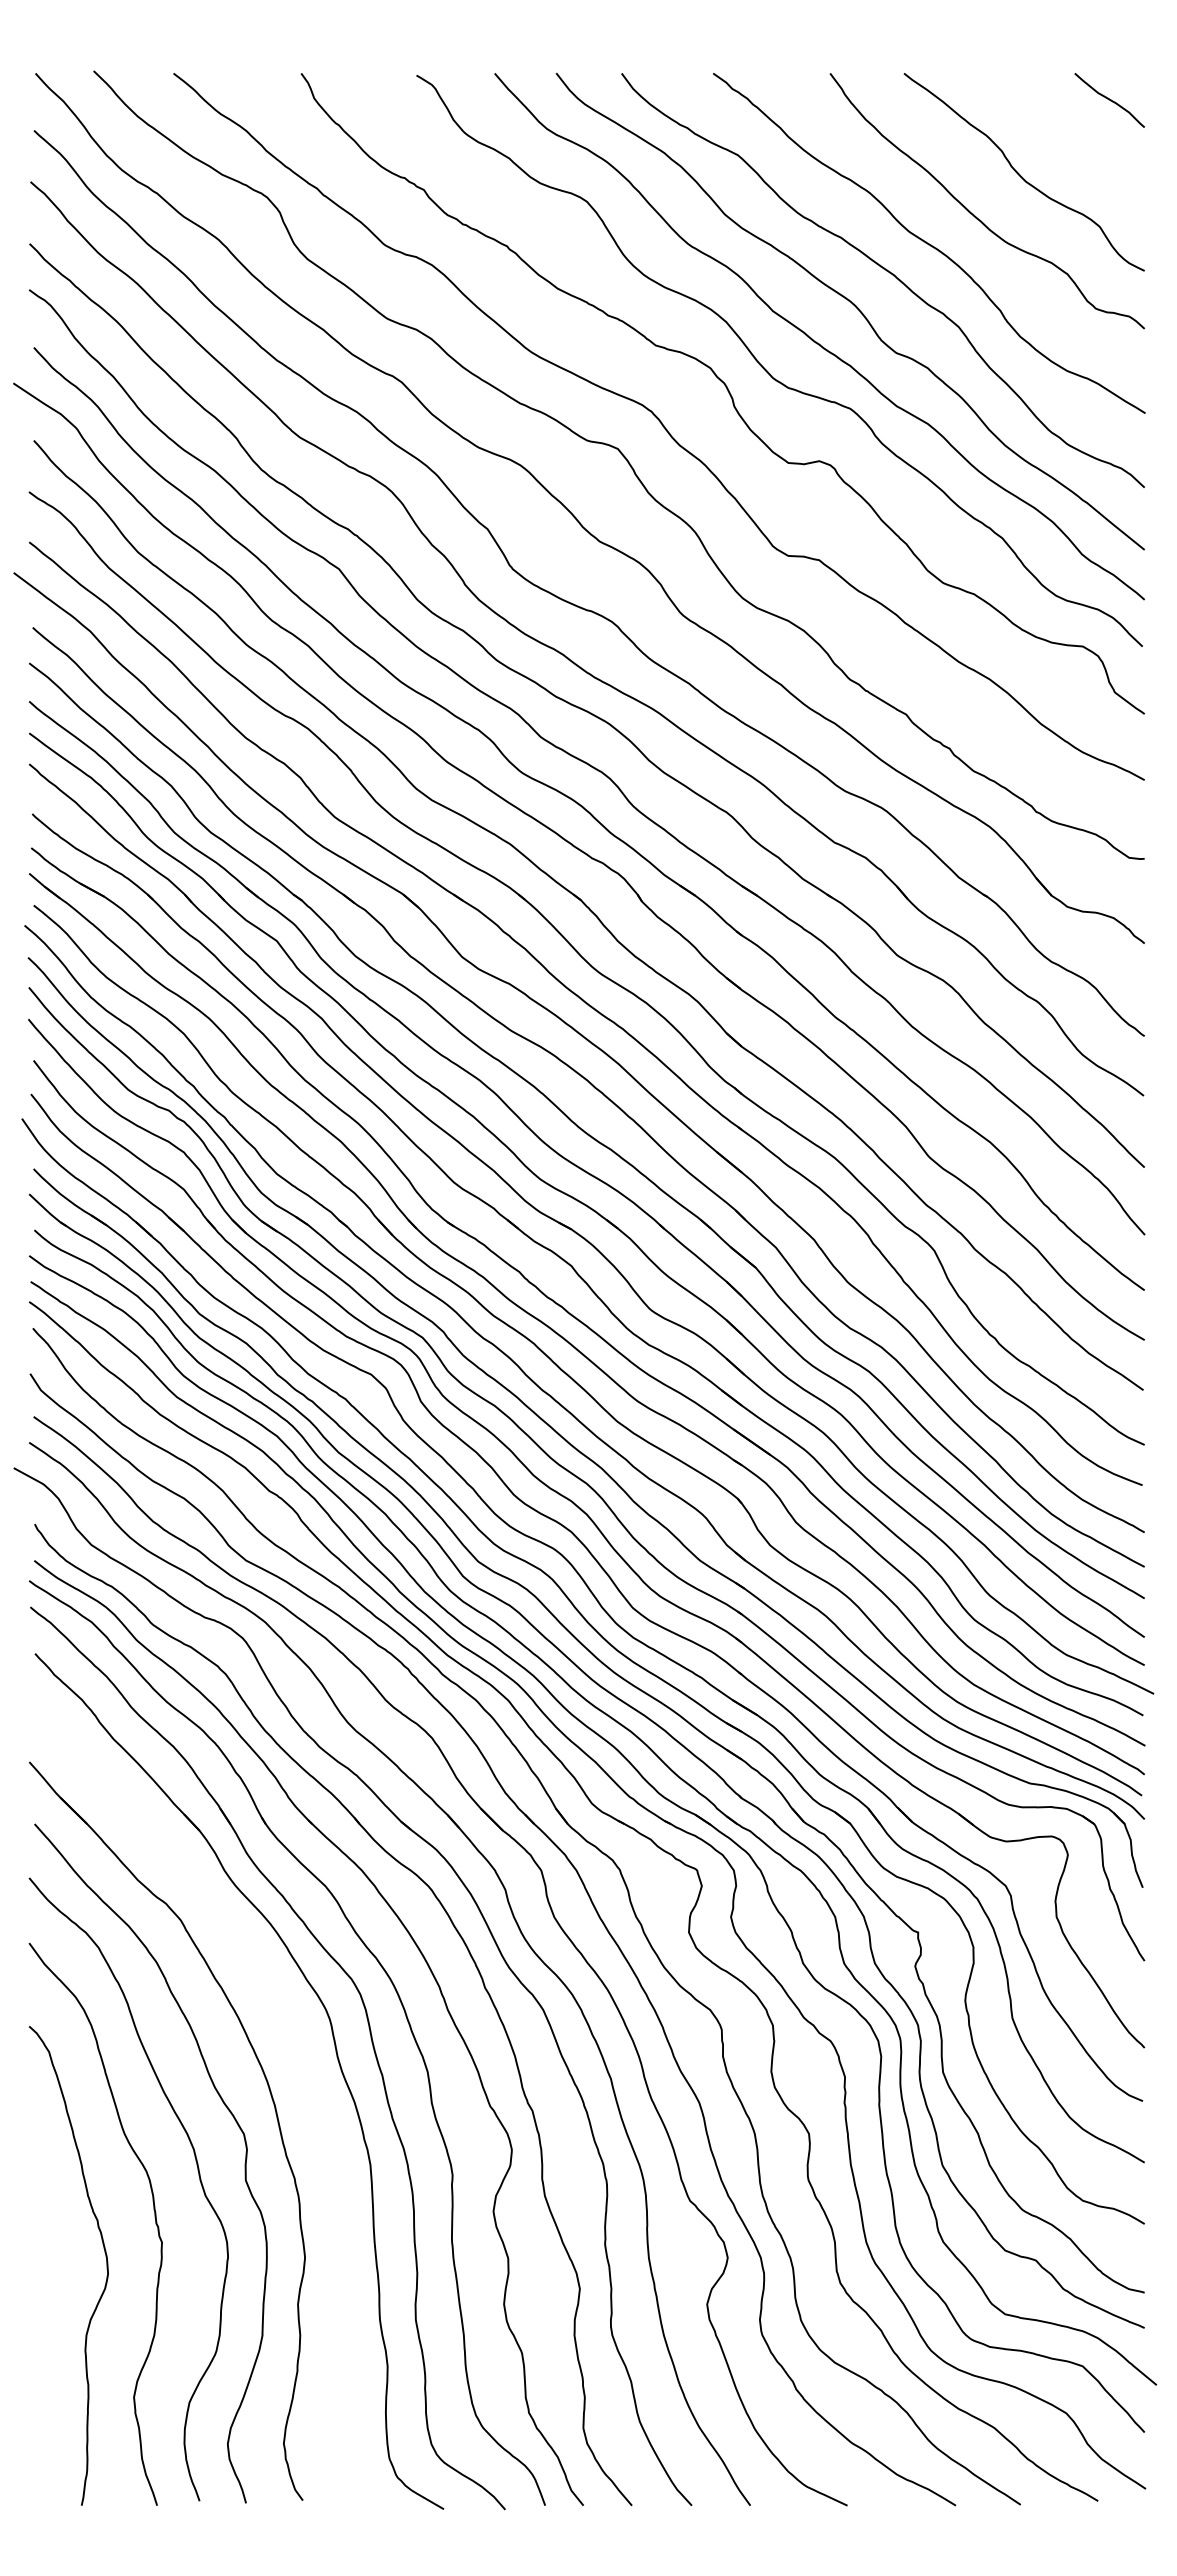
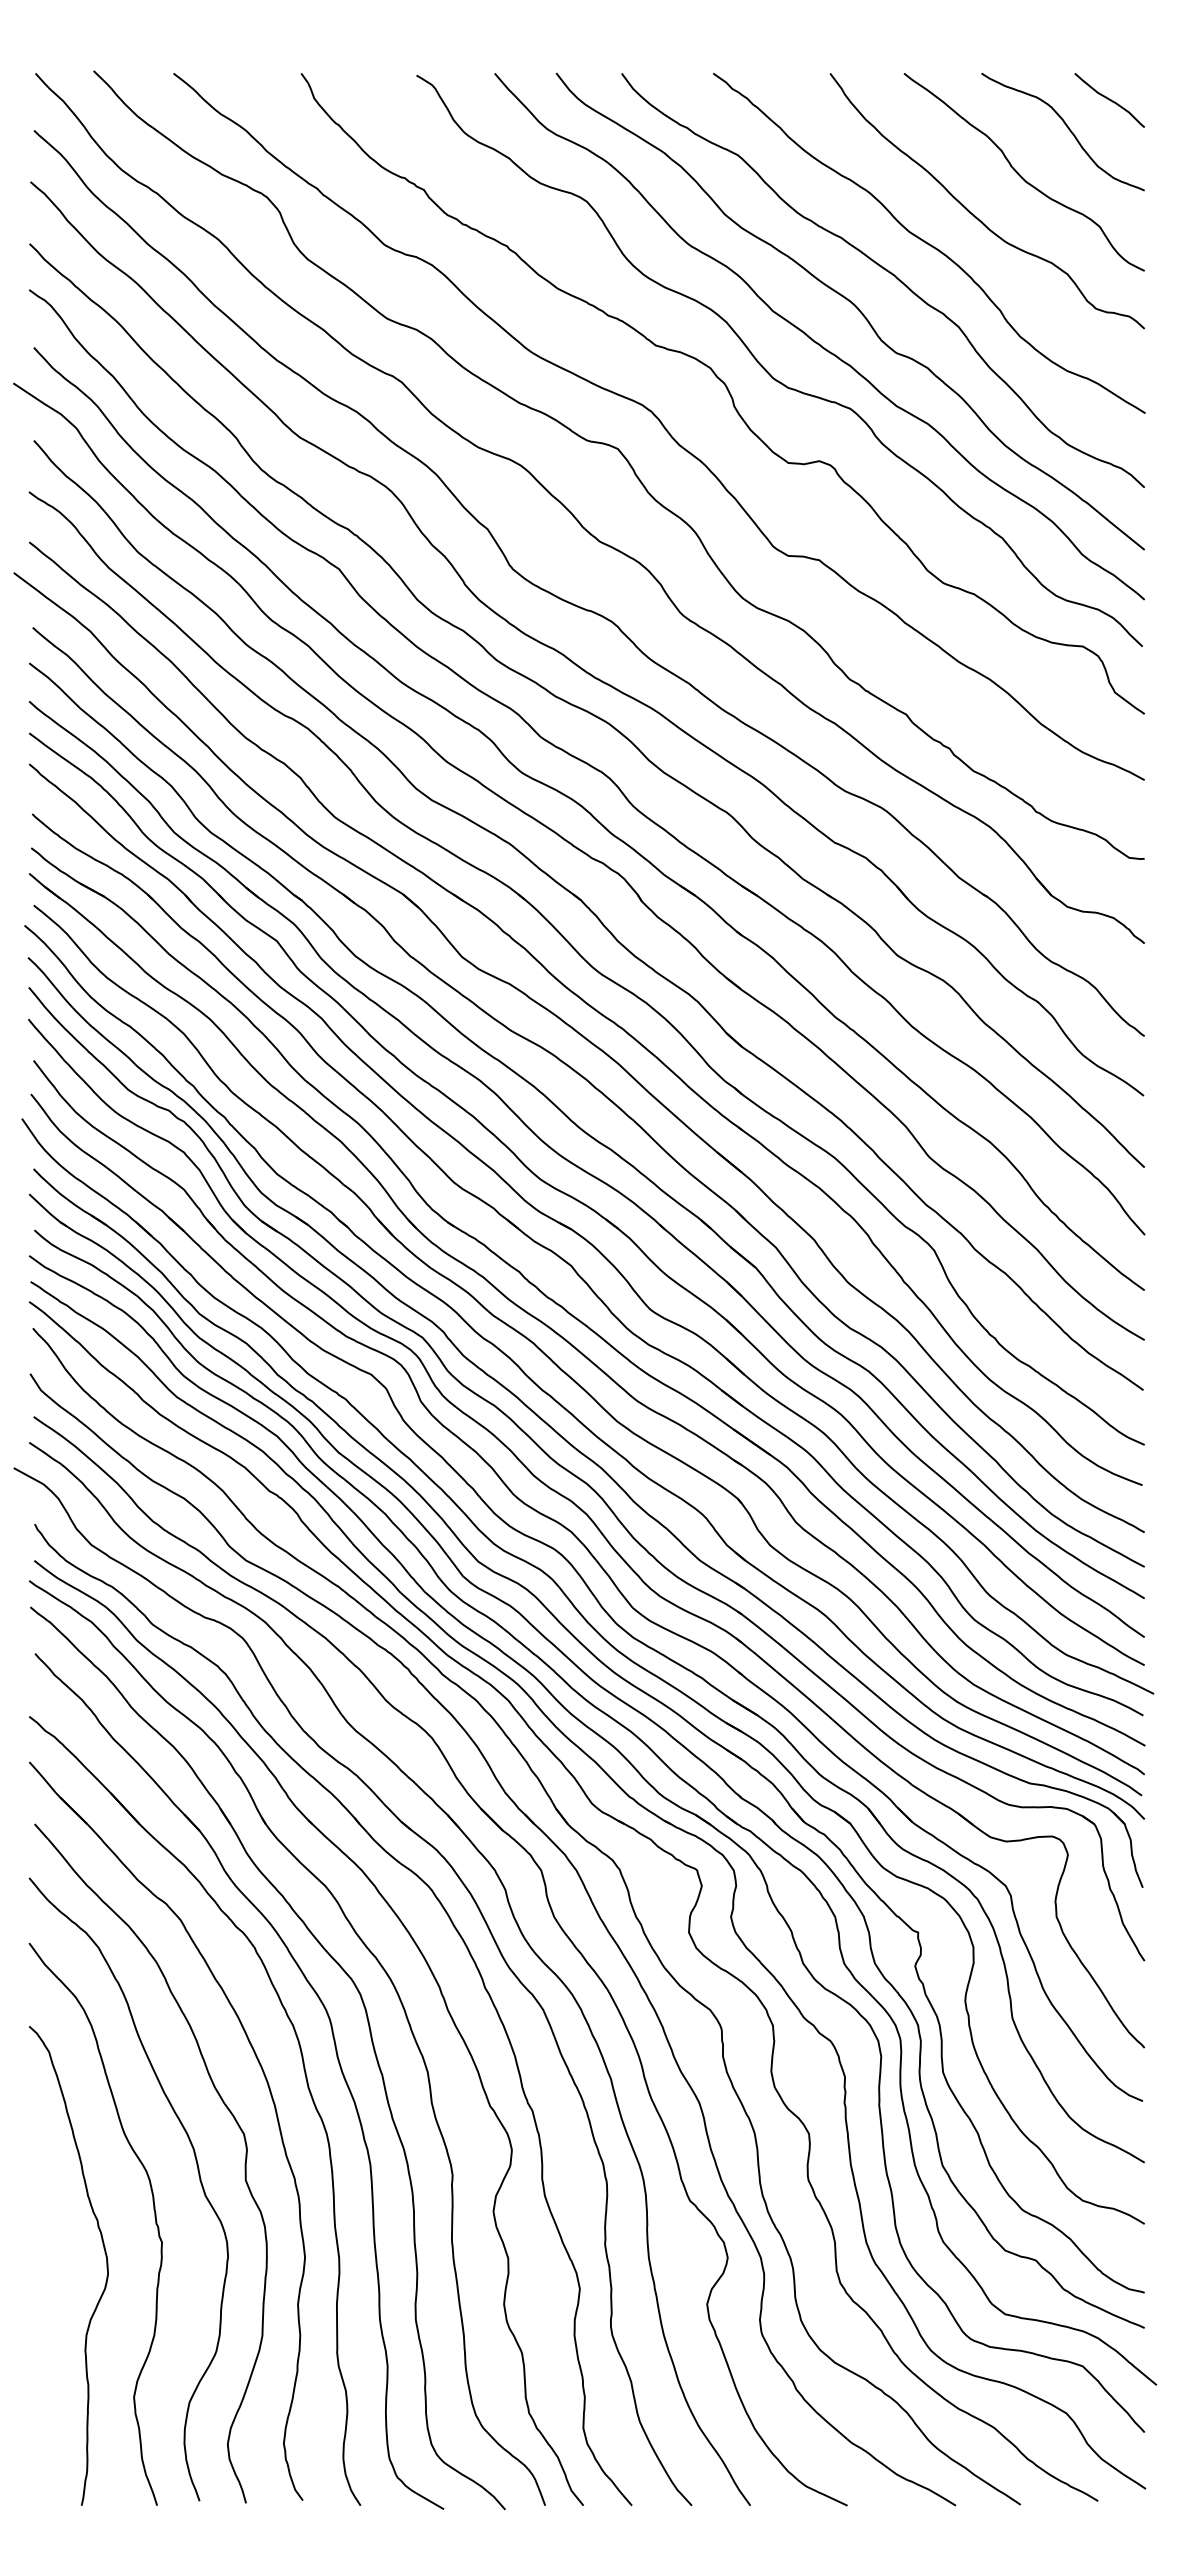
curve at (1067, 128): none -> present
part at (307, 2088): none -> present
